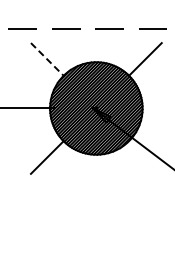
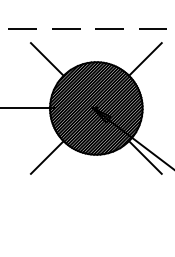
line at (47, 59): dashed -> solid
line at (145, 157): none -> present
